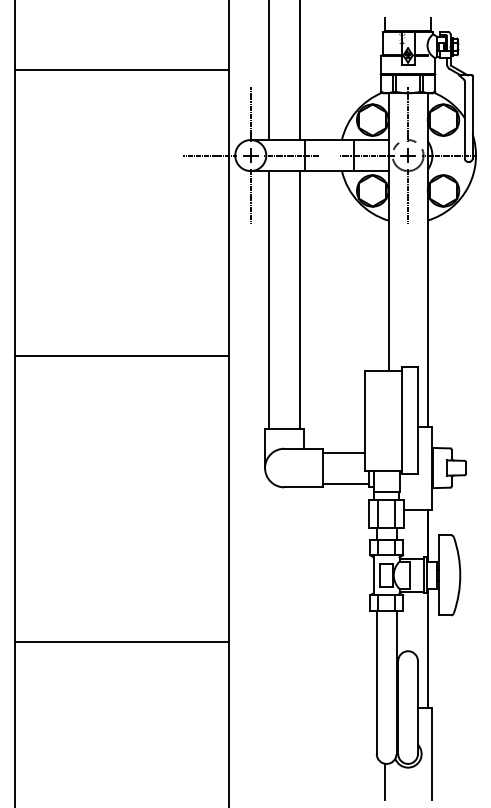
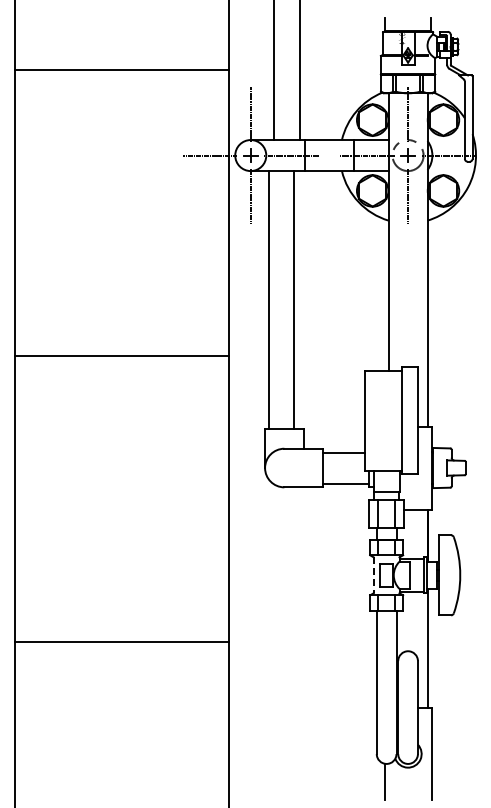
line at (268, 71) position: (268, 71) -> (273, 71)
line at (299, 300) position: (299, 300) -> (293, 300)
line at (373, 575): solid -> dashed
